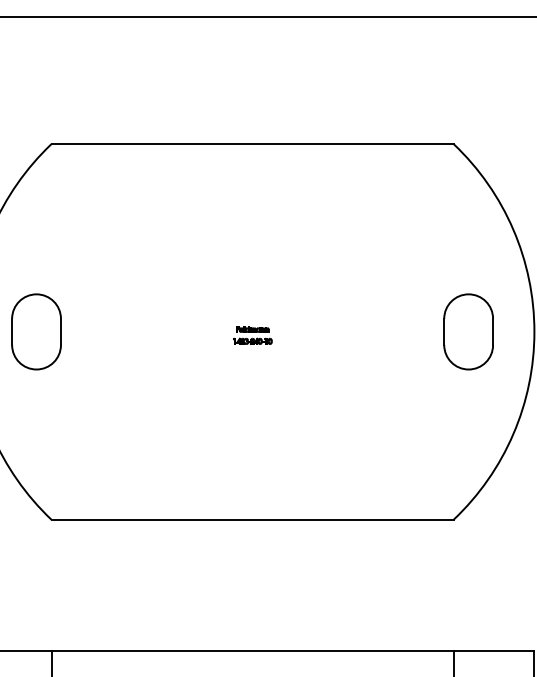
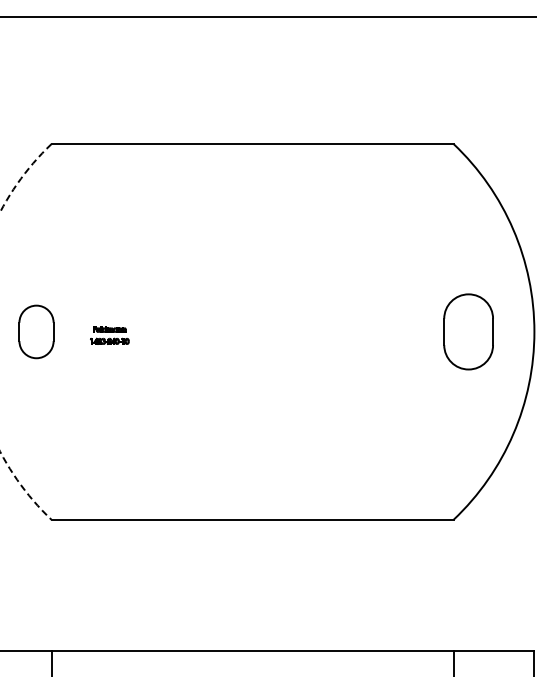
part at (36, 331) size: 51x78 px -> 37x56 px
part at (252, 335) position: (252, 335) -> (109, 335)
arc at (0, 451): solid -> dashed
